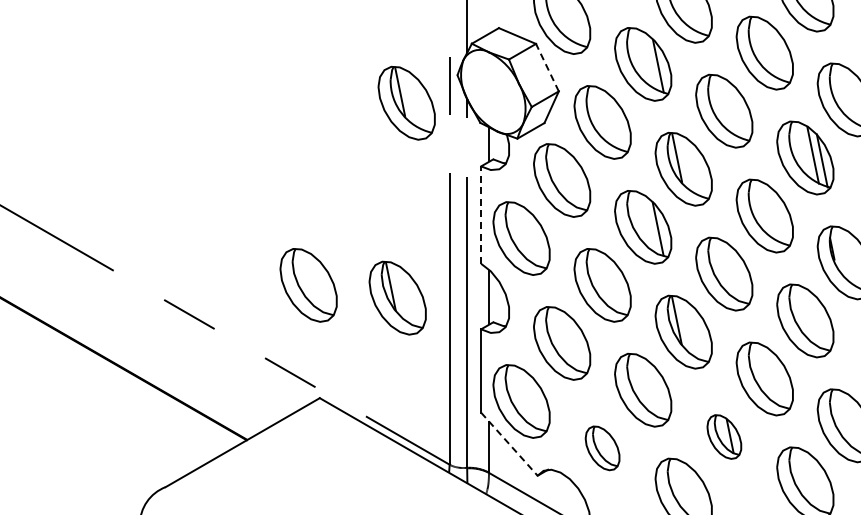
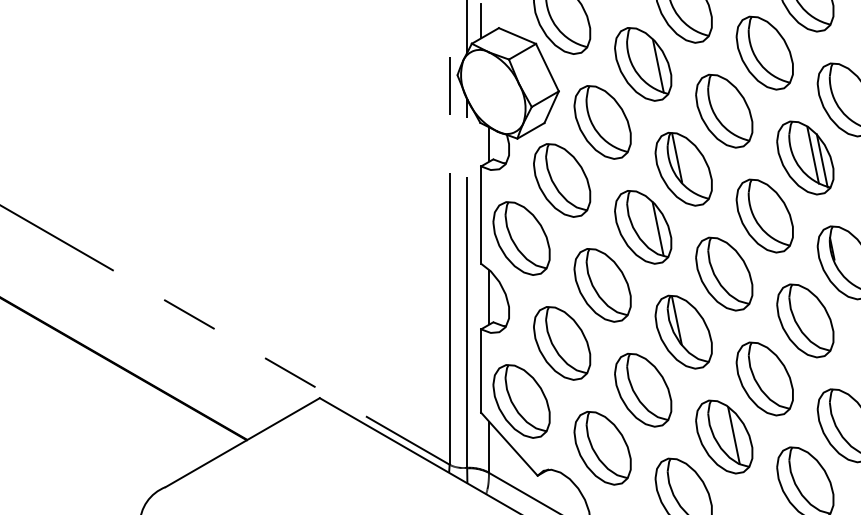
line at (481, 20): none -> present
line at (547, 67): dashed -> solid
part at (406, 102): present -> none
line at (481, 215): dashed -> solid
part at (308, 285): present -> none
part at (397, 297): present -> none
part at (724, 436) size: 37x46 px -> 59x76 px
line at (509, 444): dashed -> solid
part at (602, 448) size: 37x47 px -> 59x75 px
